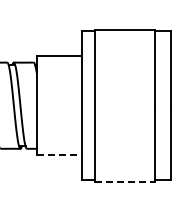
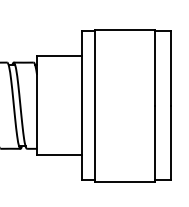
line at (60, 155): dashed -> solid
line at (125, 181): dashed -> solid
